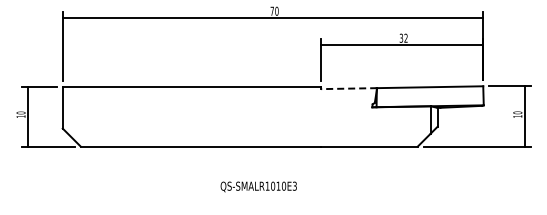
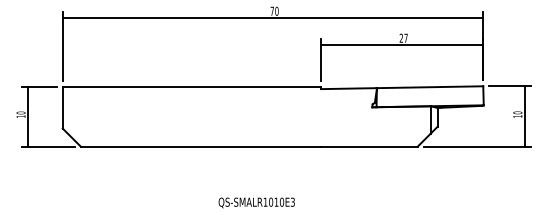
text at (403, 37): 32 -> 27
line at (348, 88): dashed -> solid
text at (258, 186) position: (258, 186) -> (256, 202)
